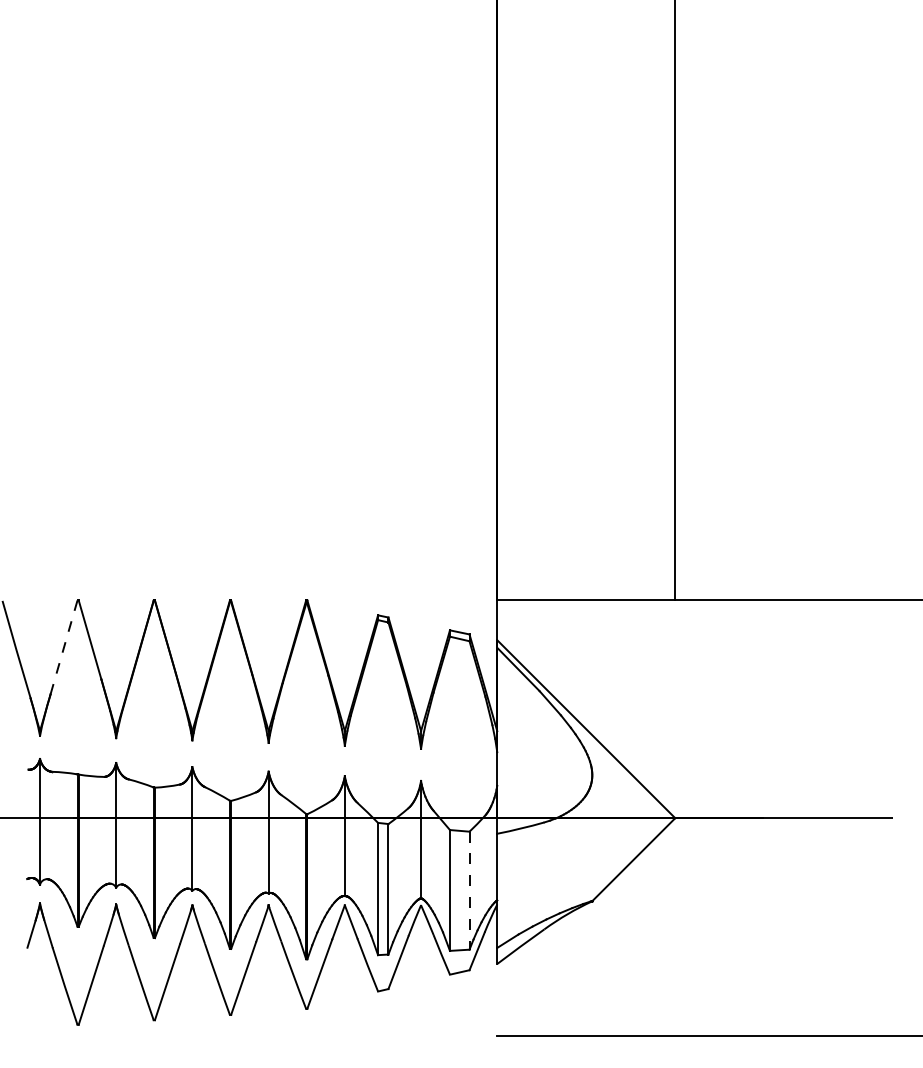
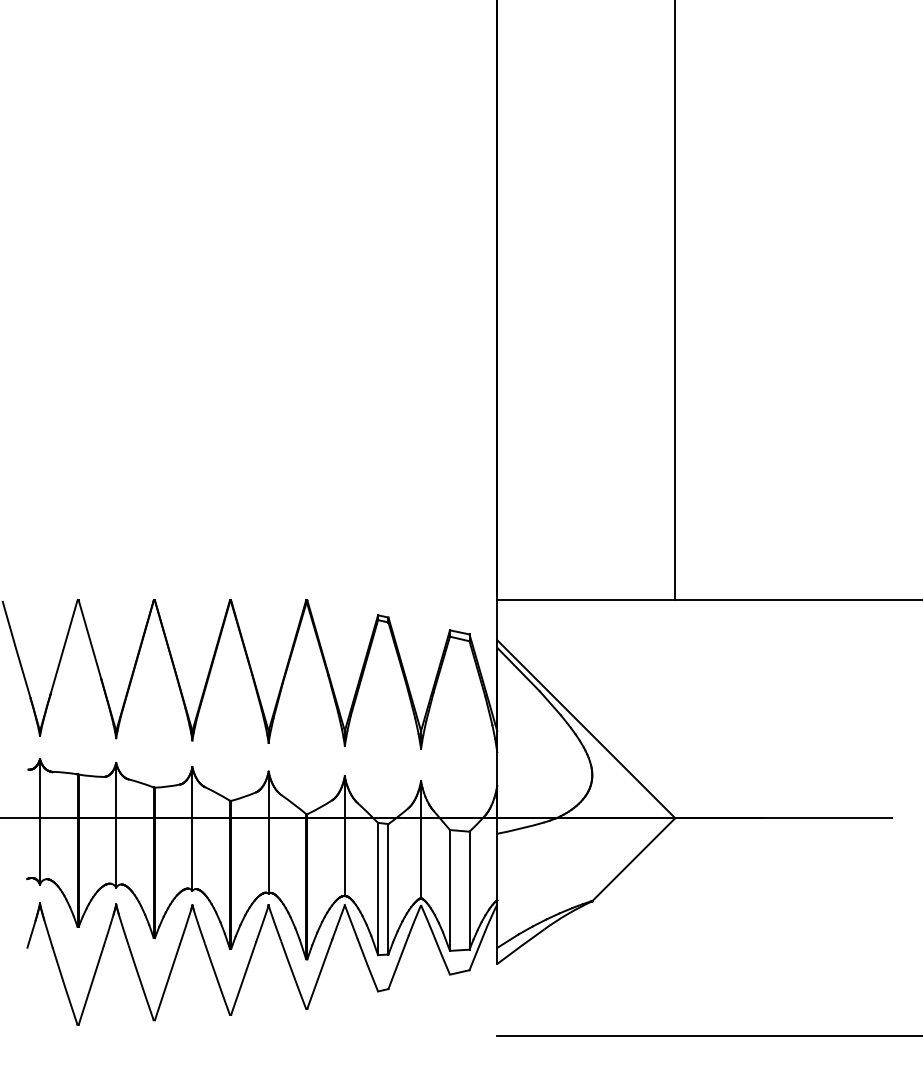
line at (64, 647): dashed -> solid
line at (469, 891): dashed -> solid
